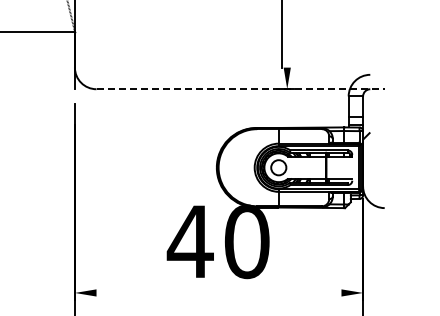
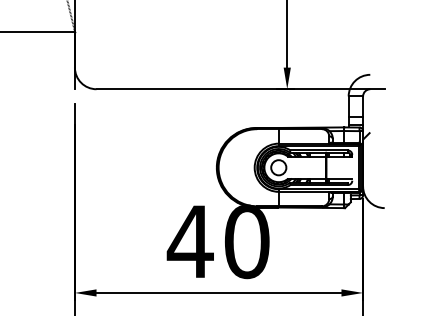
line at (282, 34) position: (282, 34) -> (287, 34)
line at (241, 89): dashed -> solid
line at (218, 292): none -> present
